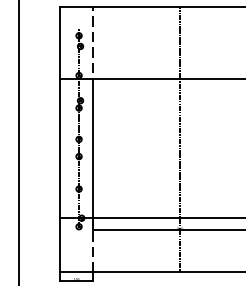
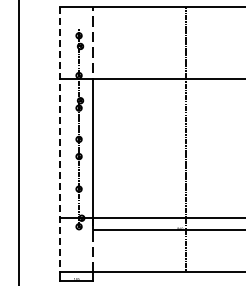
line at (180, 139) position: (180, 139) -> (186, 139)
line at (59, 140): solid -> dashed
